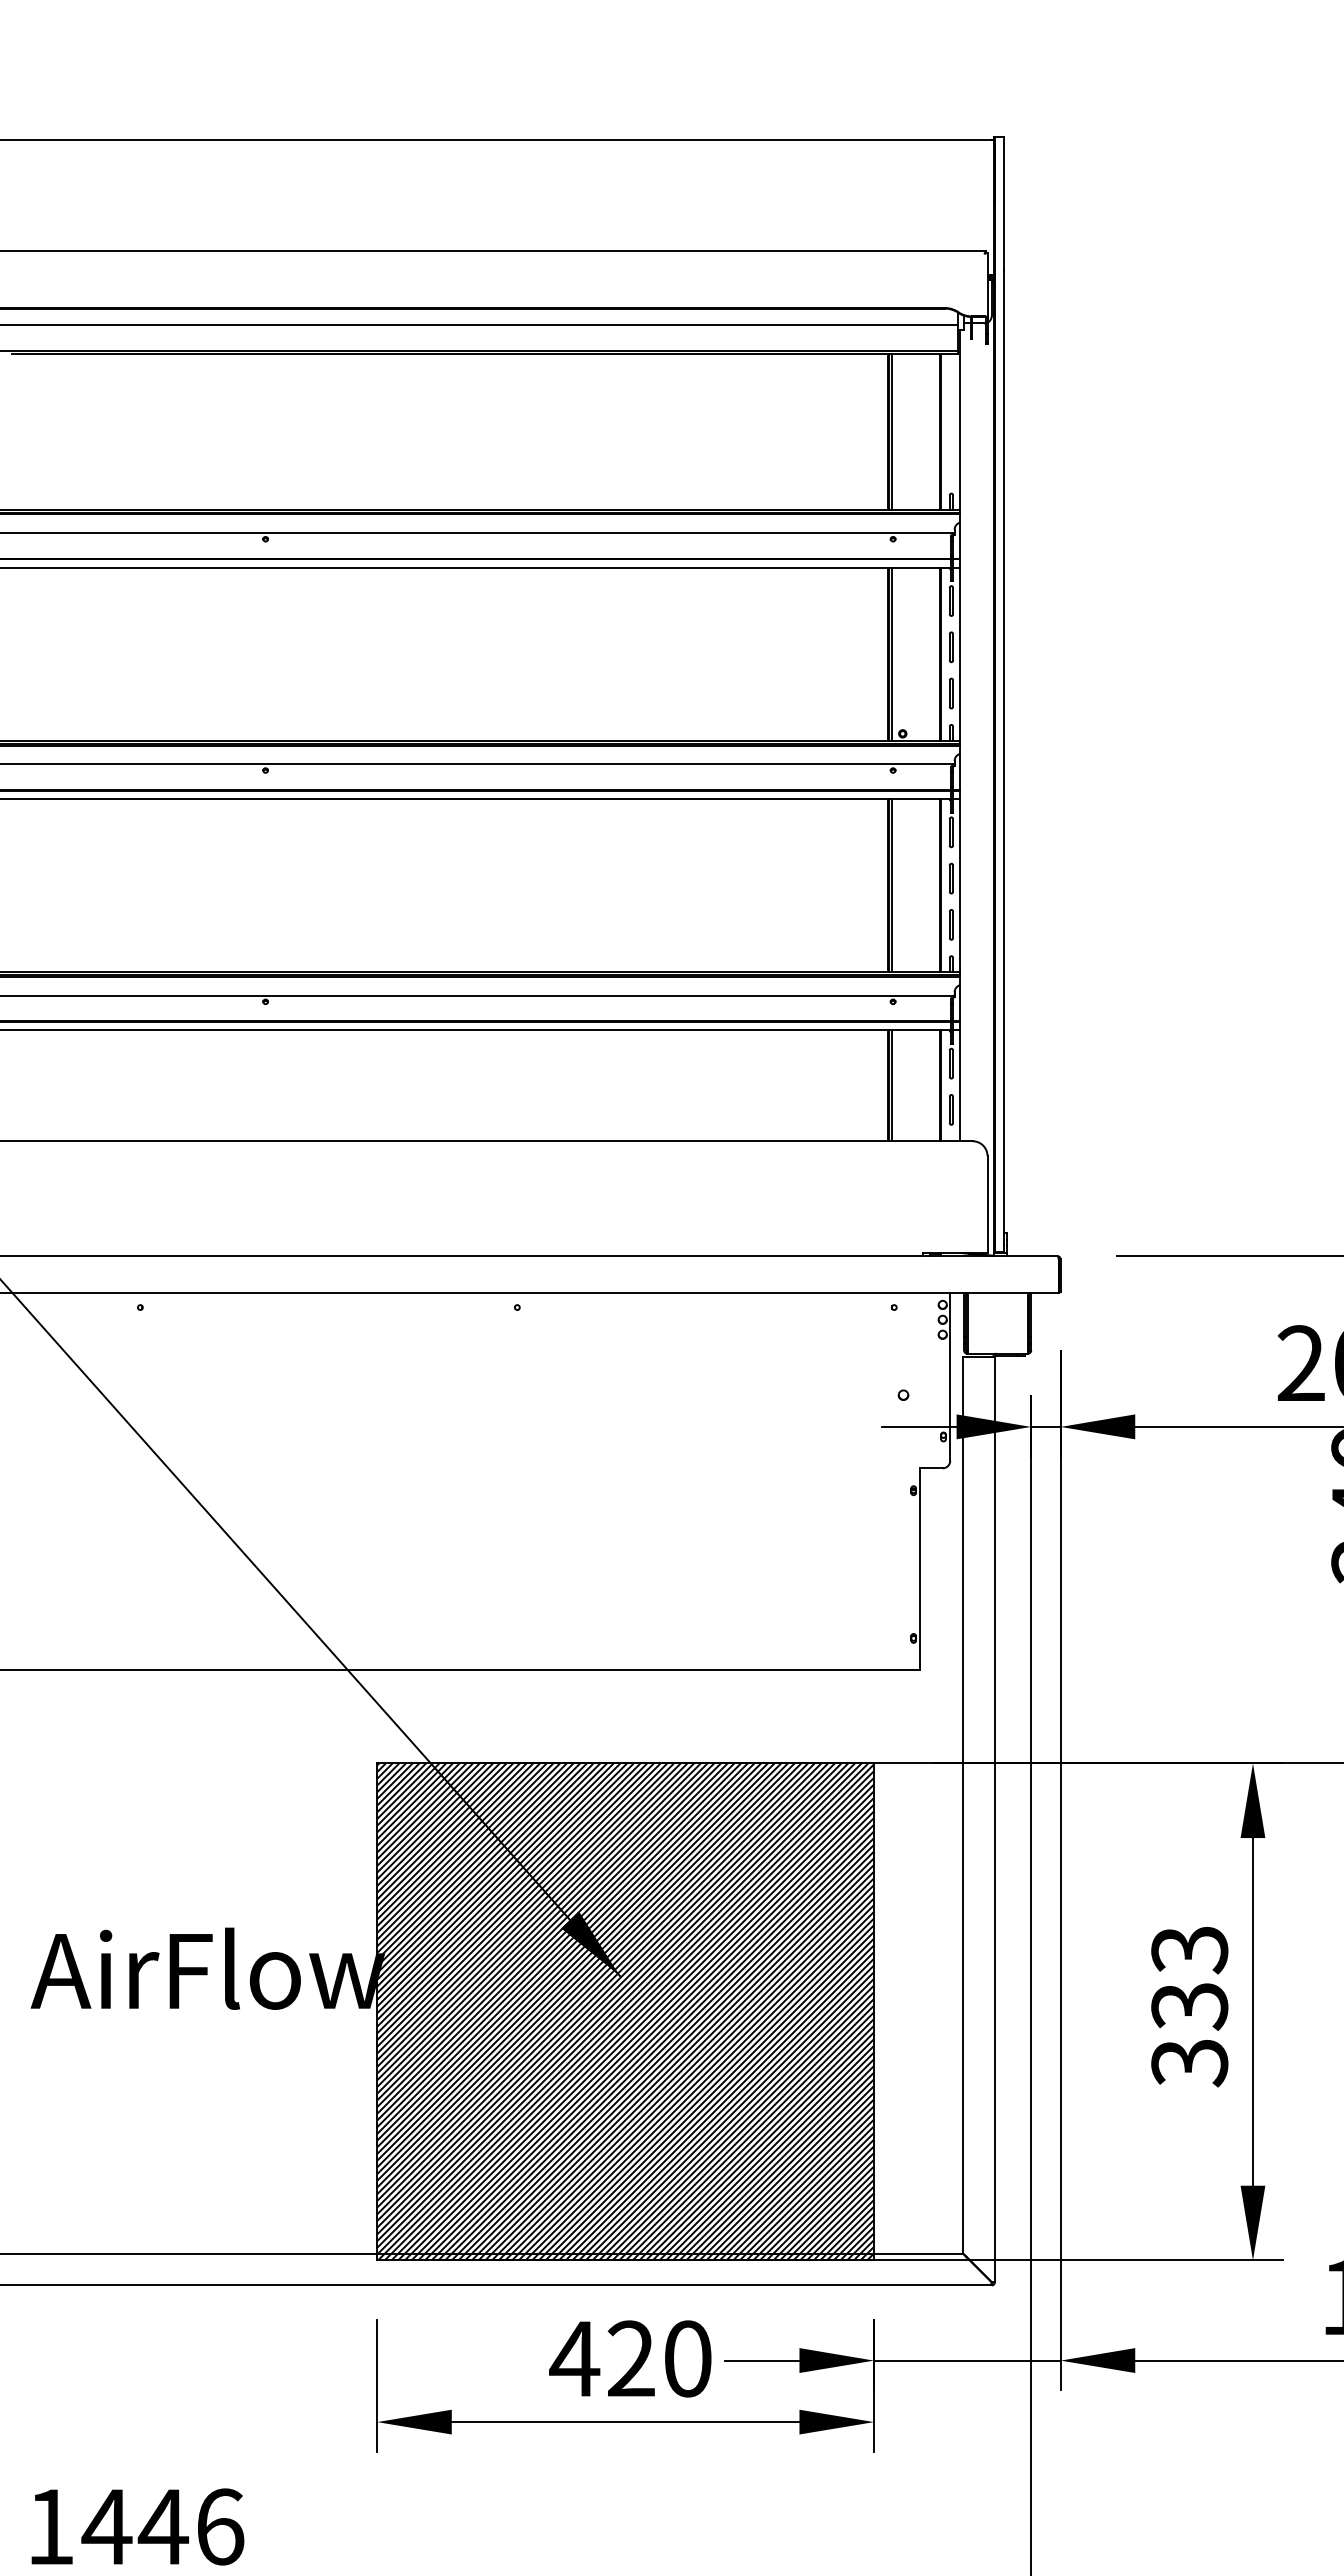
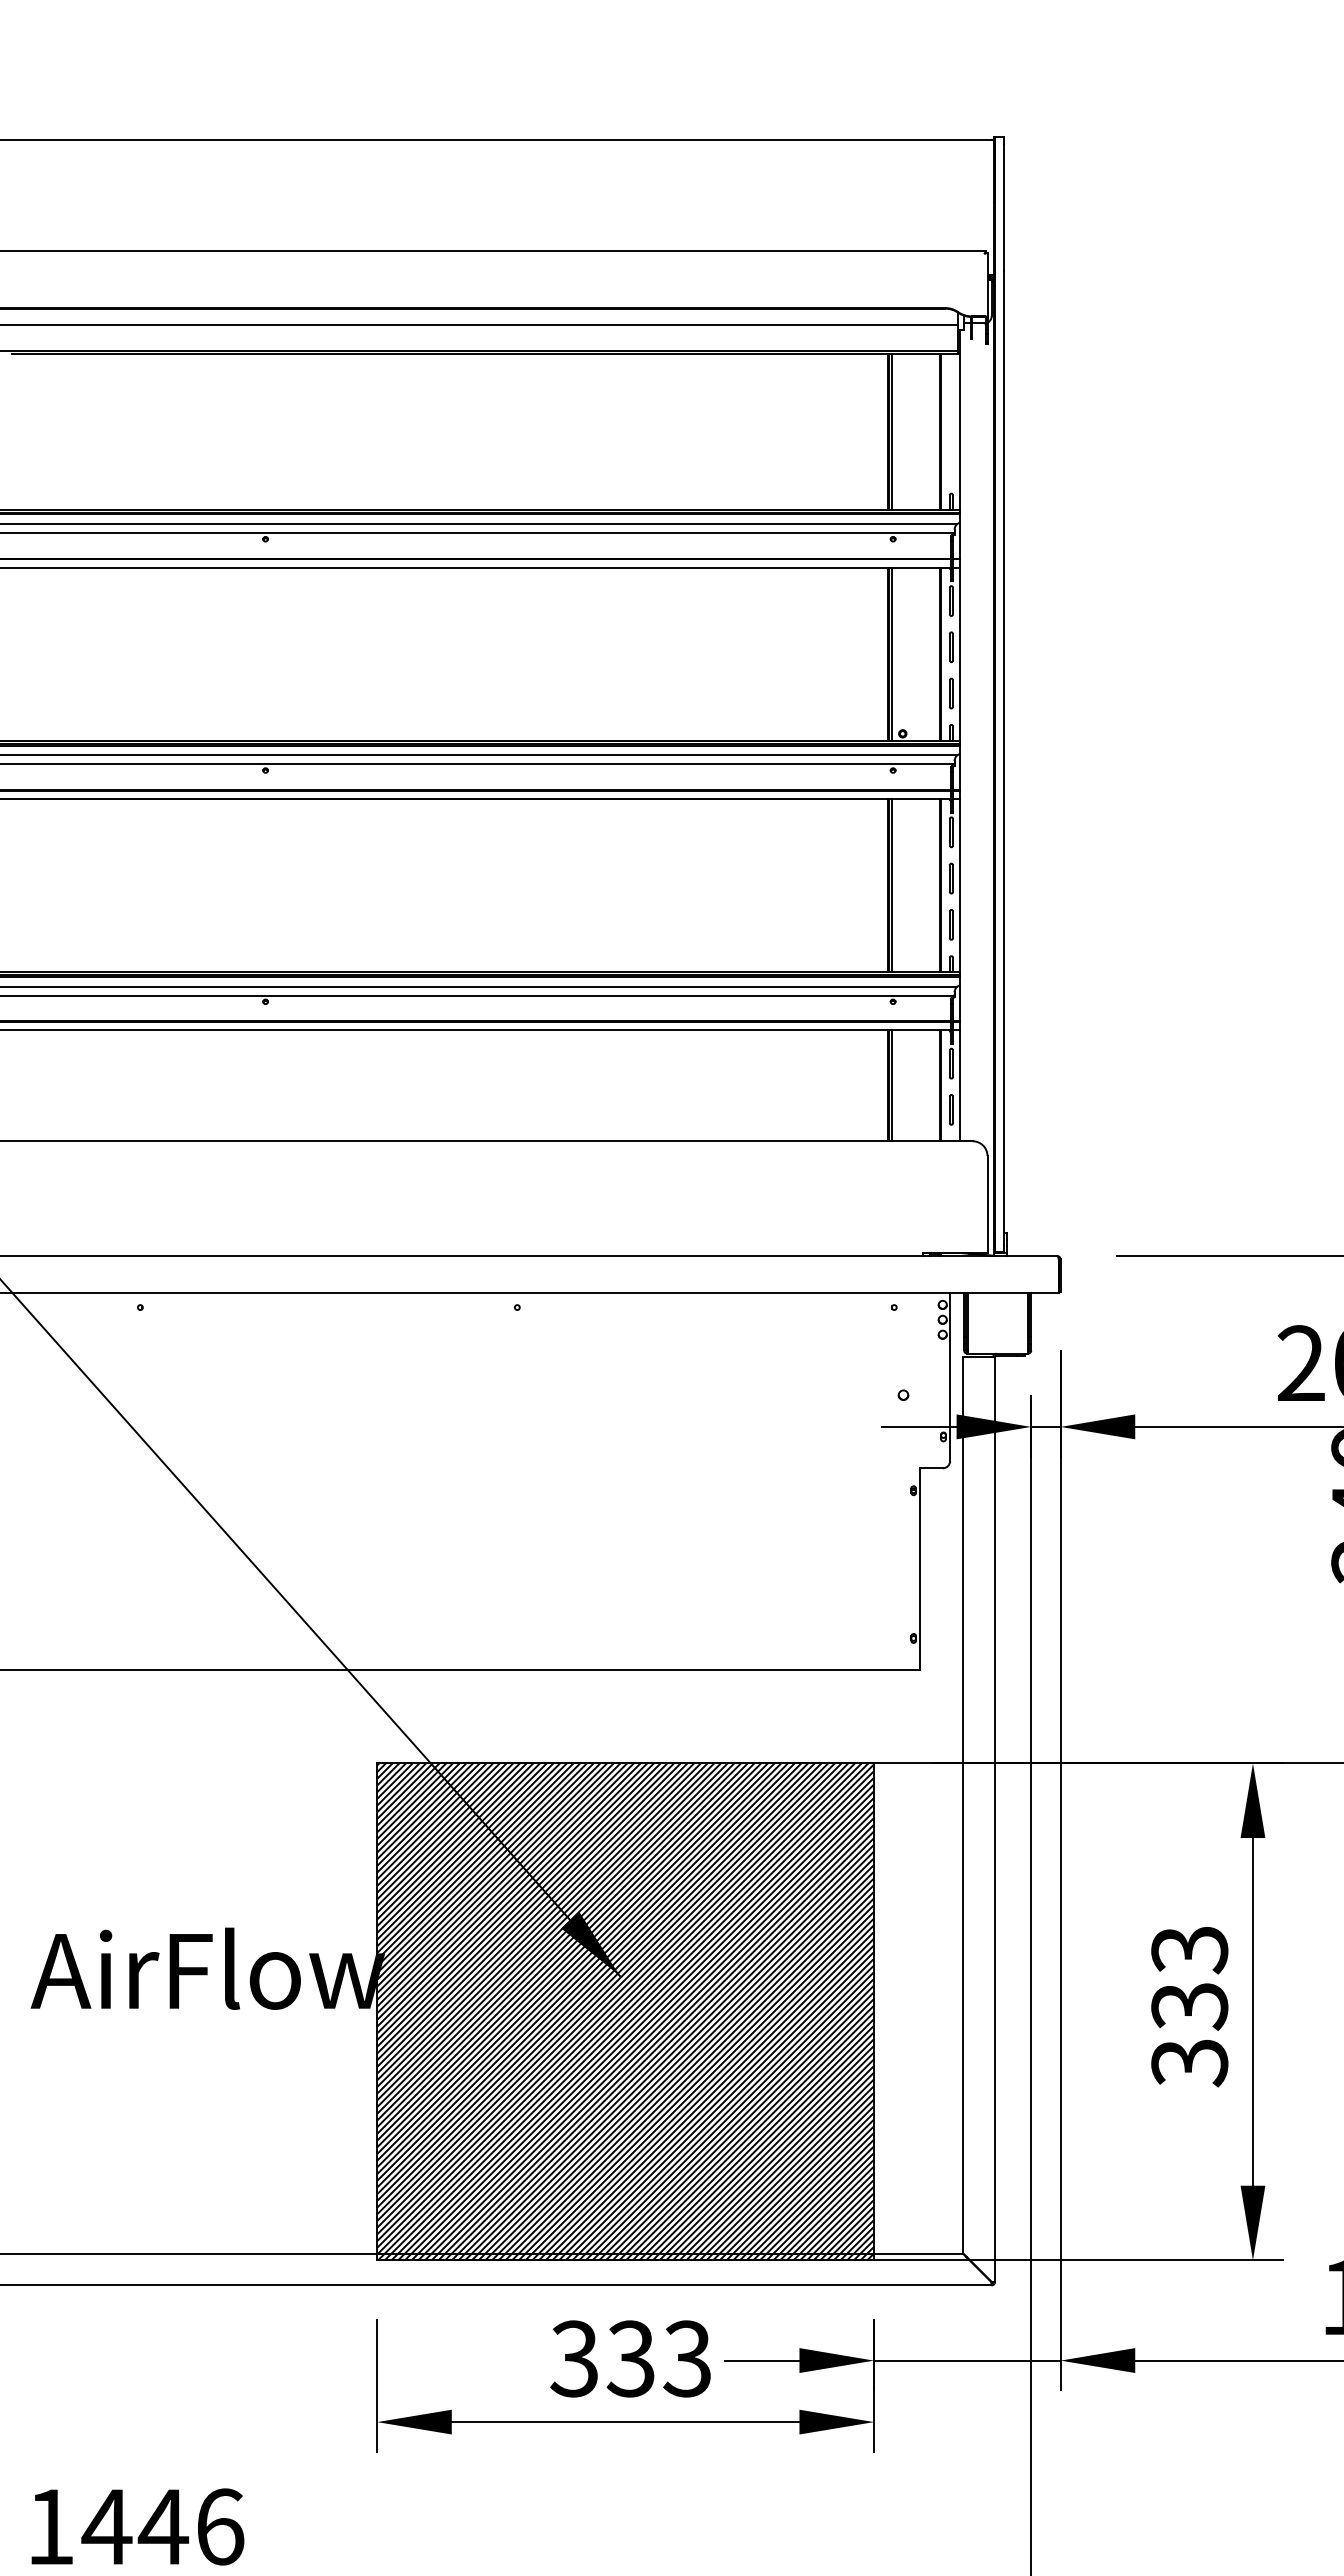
line at (479, 523): none -> present
line at (479, 755): none -> present
line at (479, 986): none -> present
text at (630, 2358): 420 -> 333
